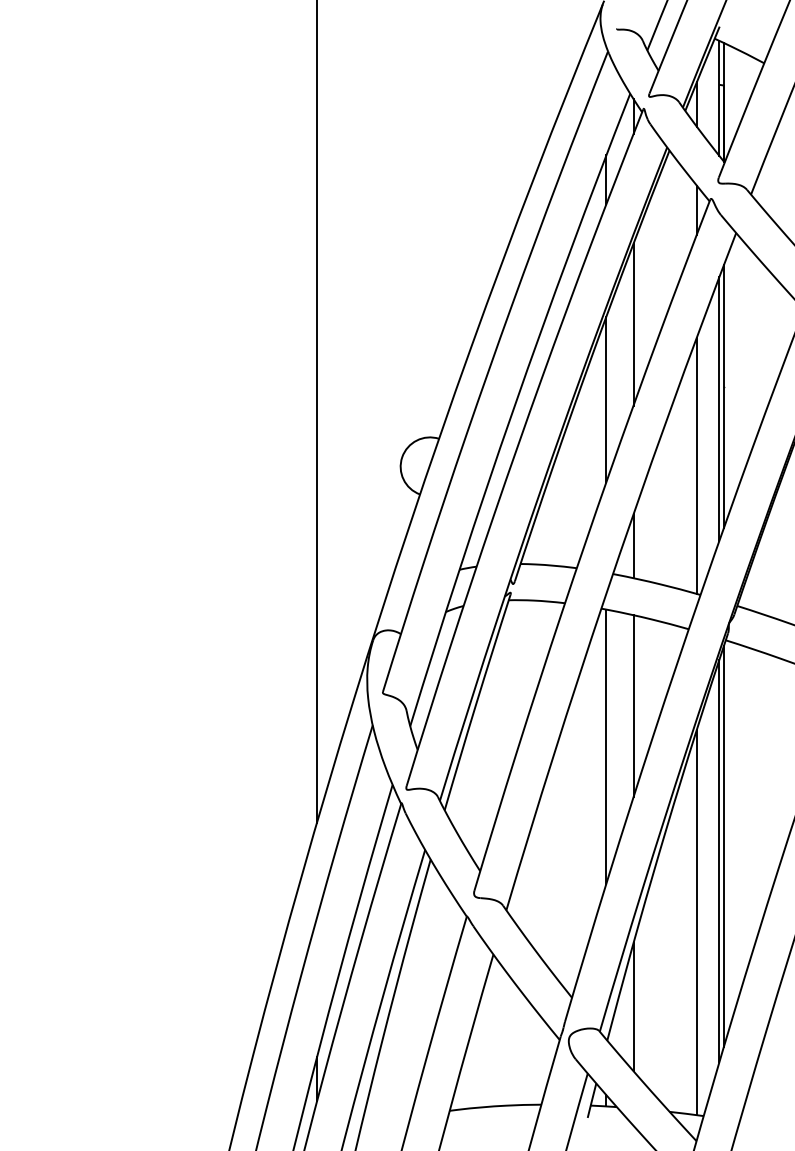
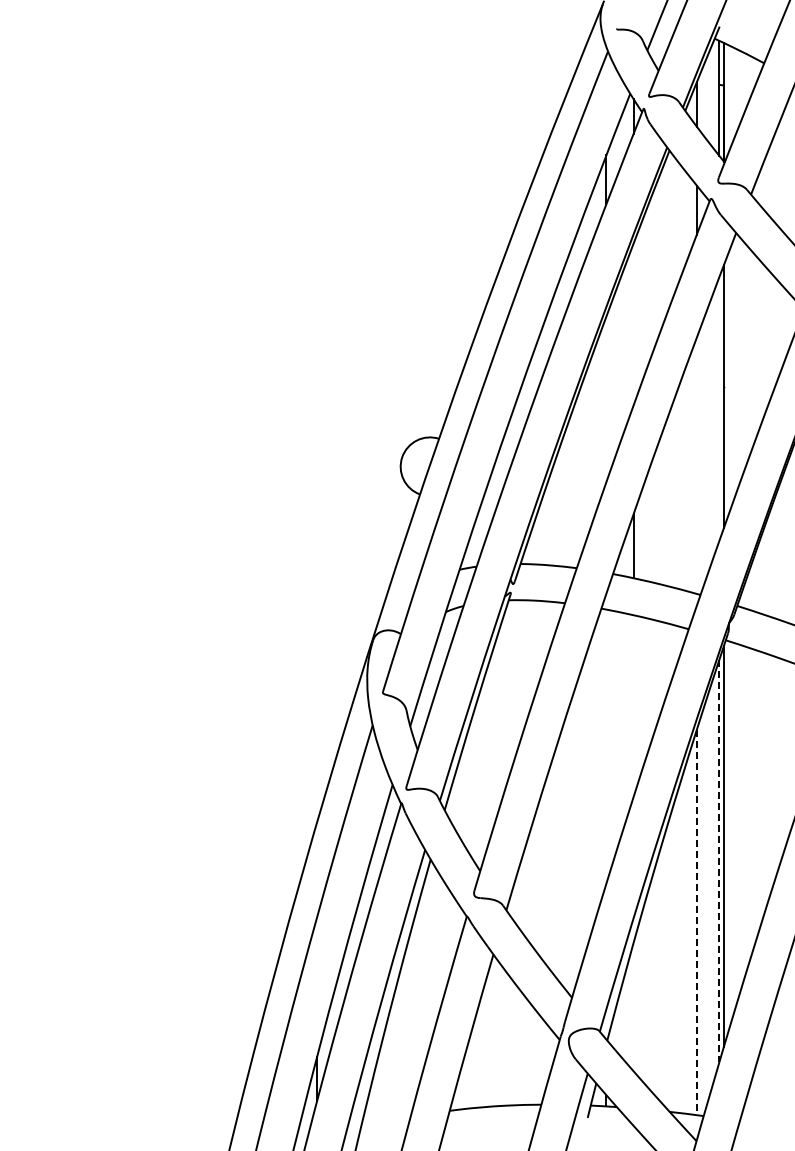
line at (633, 324): present -> none
line at (606, 399): present -> none
line at (719, 408): present -> none
line at (317, 412): present -> none
line at (696, 465): present -> none
line at (633, 706): present -> none
line at (606, 746): present -> none
line at (719, 861): solid -> dashed
line at (696, 922): solid -> dashed
line at (633, 1007): present -> none
